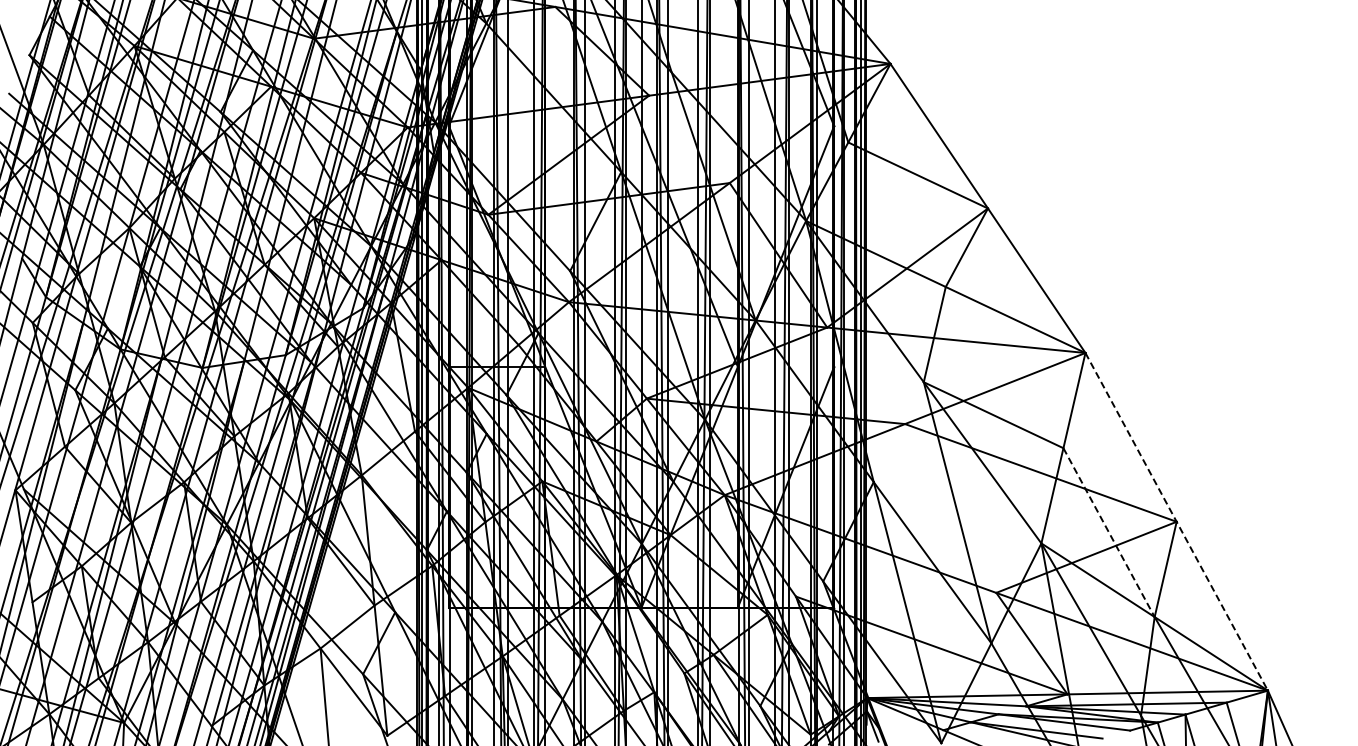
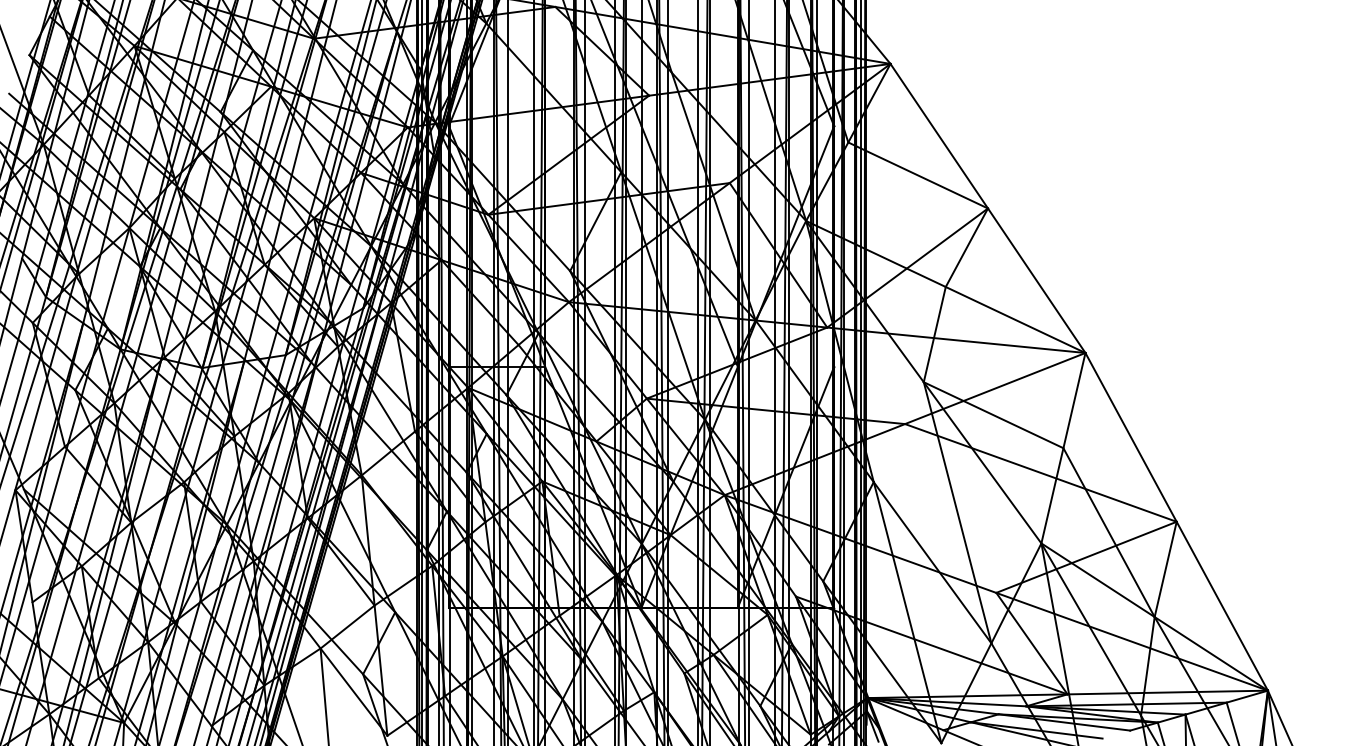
line at (1176, 521): dashed -> solid
line at (1109, 532): dashed -> solid
